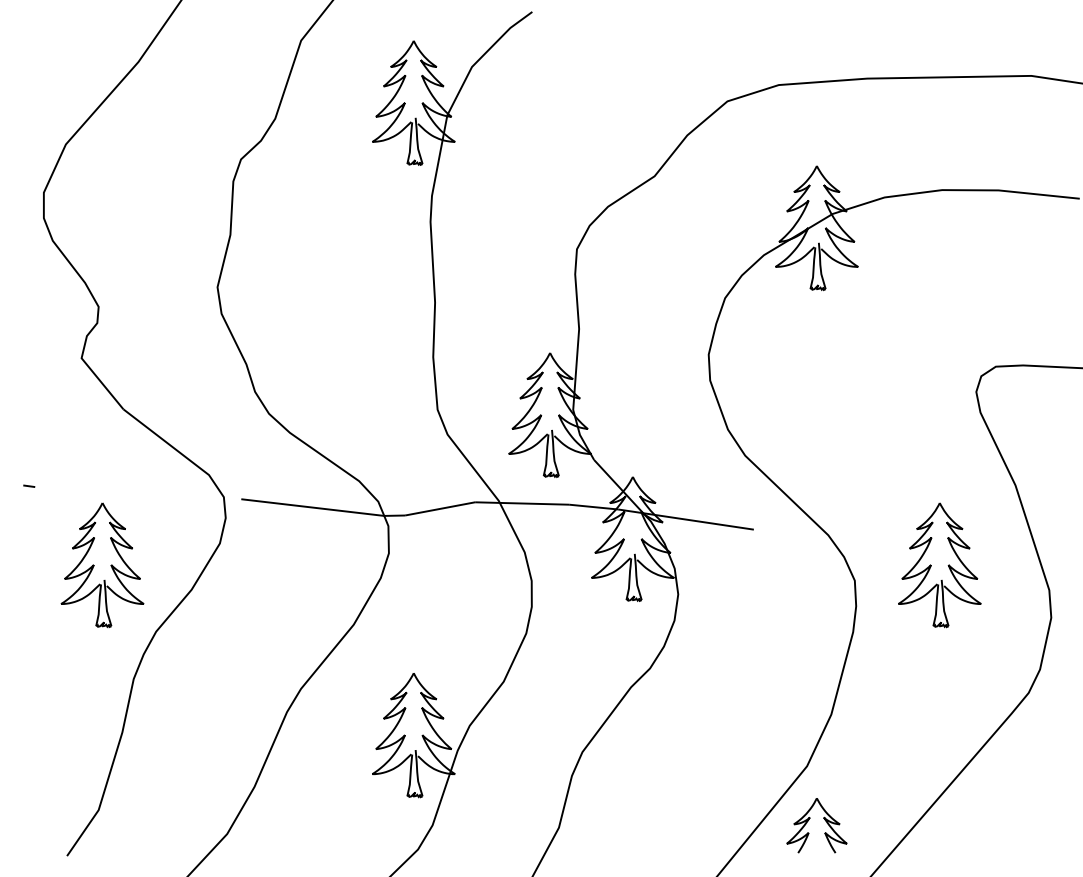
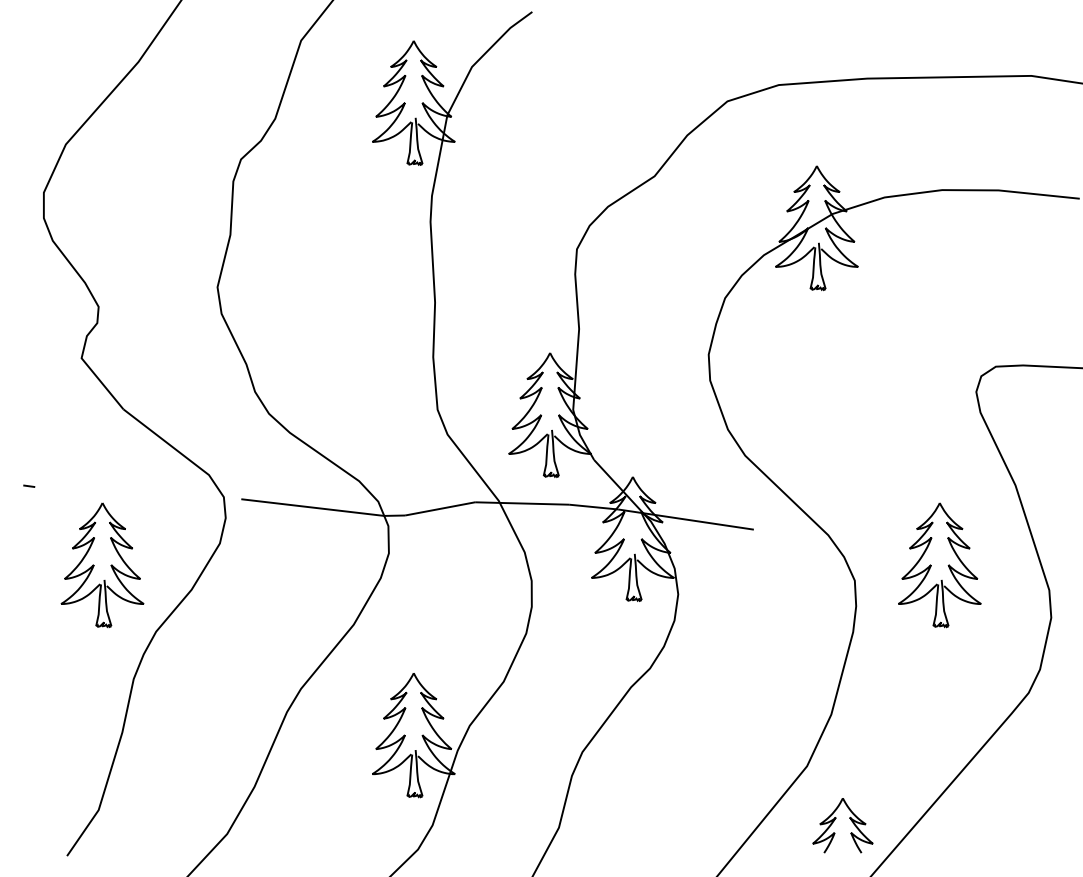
part at (808, 821) position: (808, 821) -> (834, 821)
